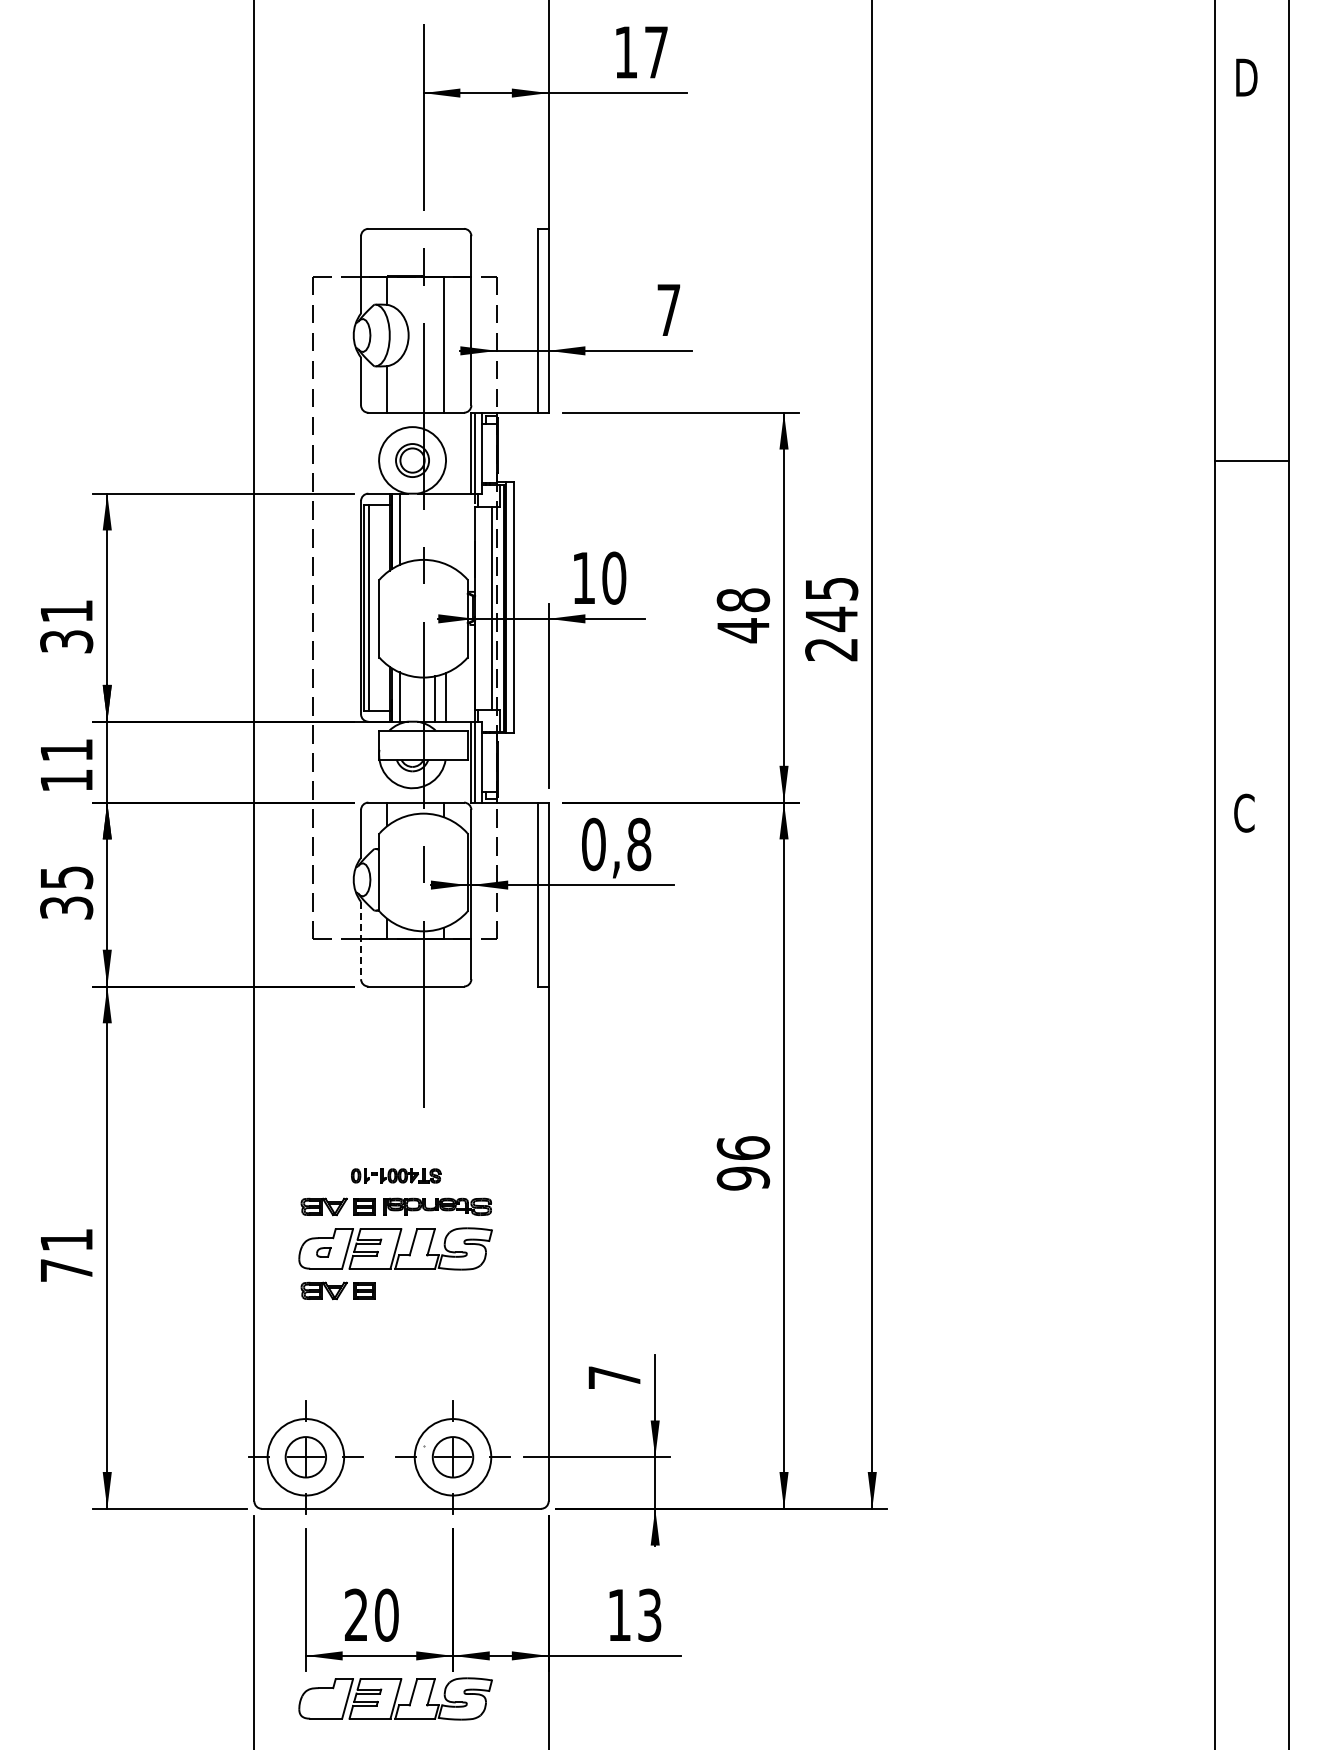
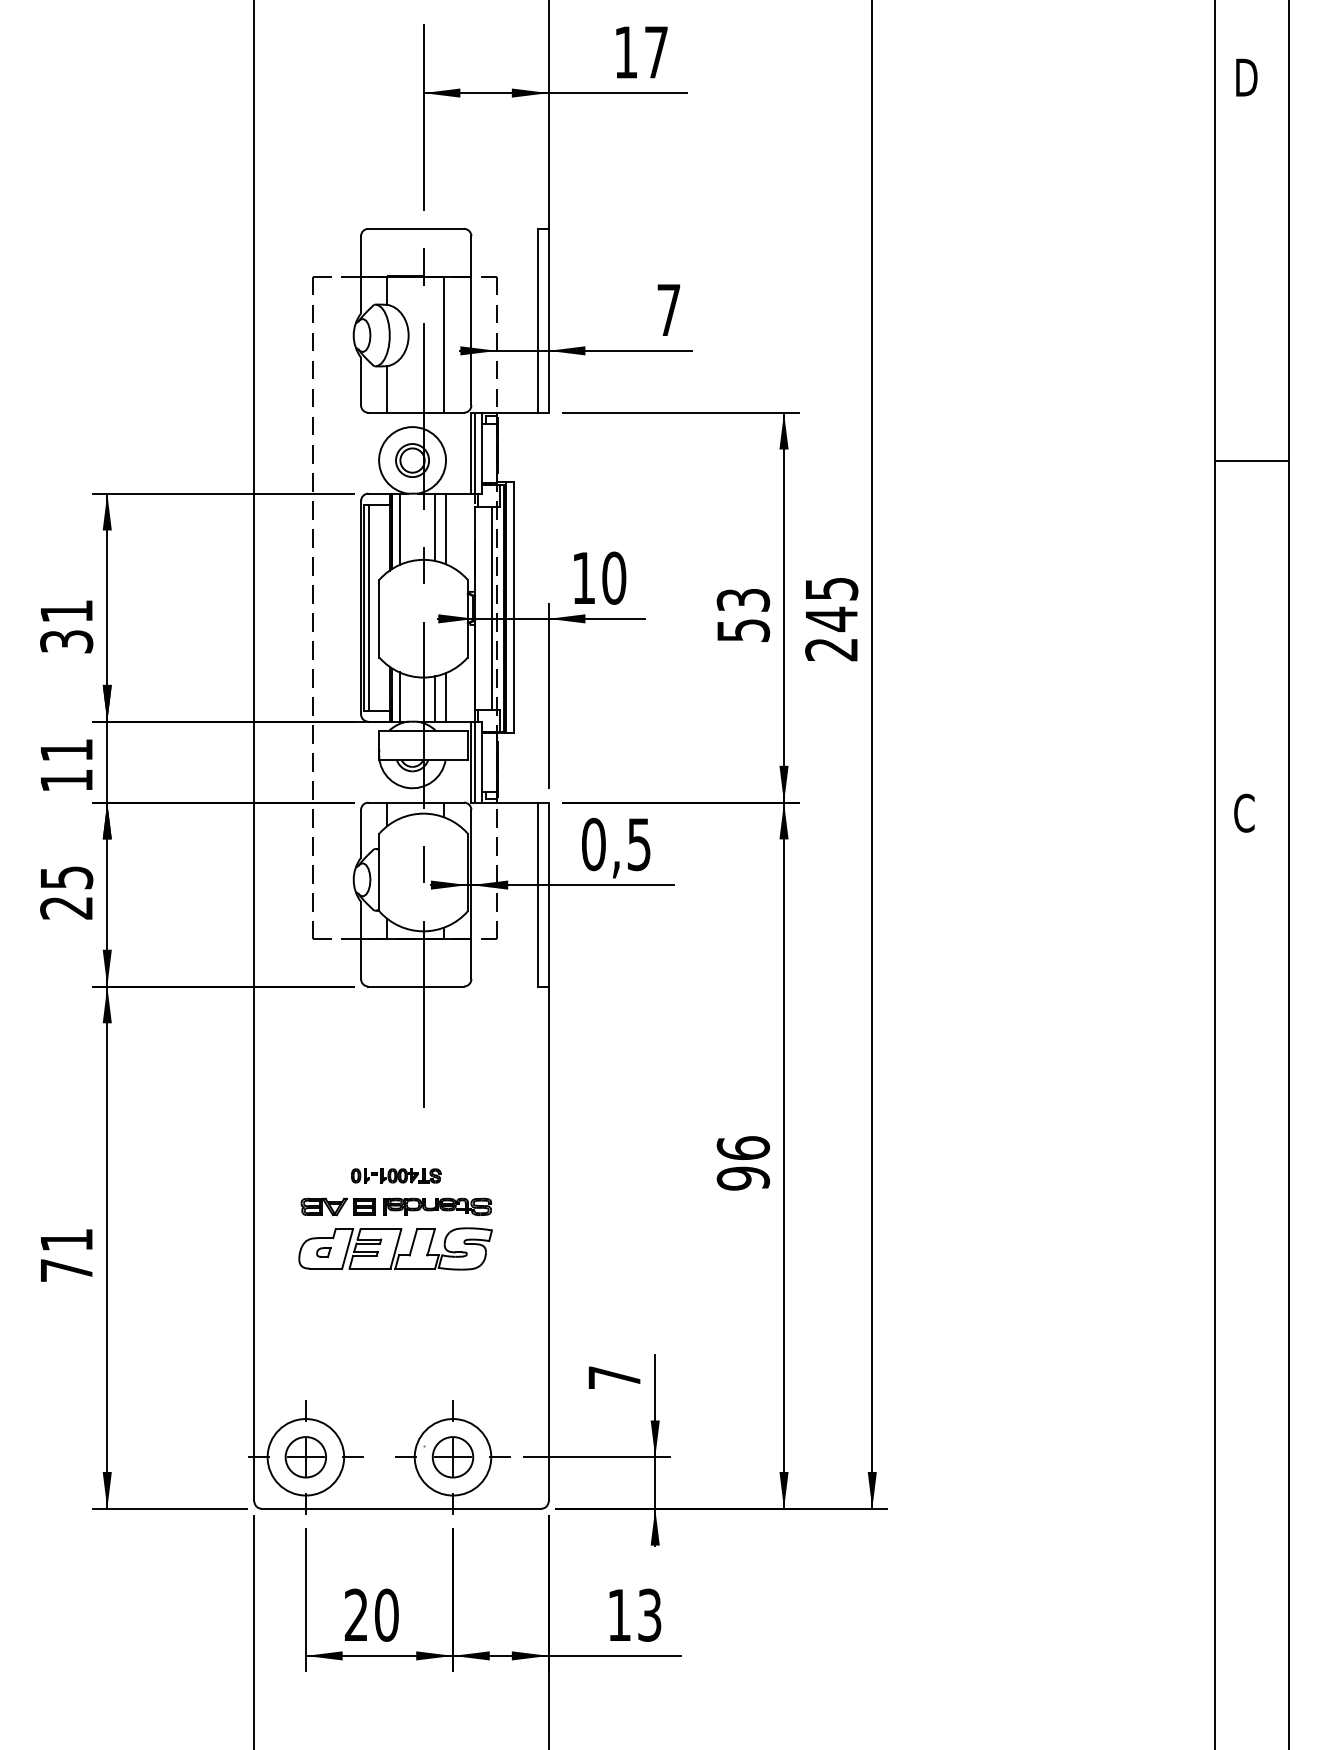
line at (435, 526): none -> present
line at (445, 528): none -> present
text at (743, 615): 48 -> 53
text at (639, 844): 0,8 -> 0,5
text at (66, 907): 35 -> 25
line at (361, 940): dashed -> solid
part at (337, 1290): present -> none
part at (395, 1698): present -> none
